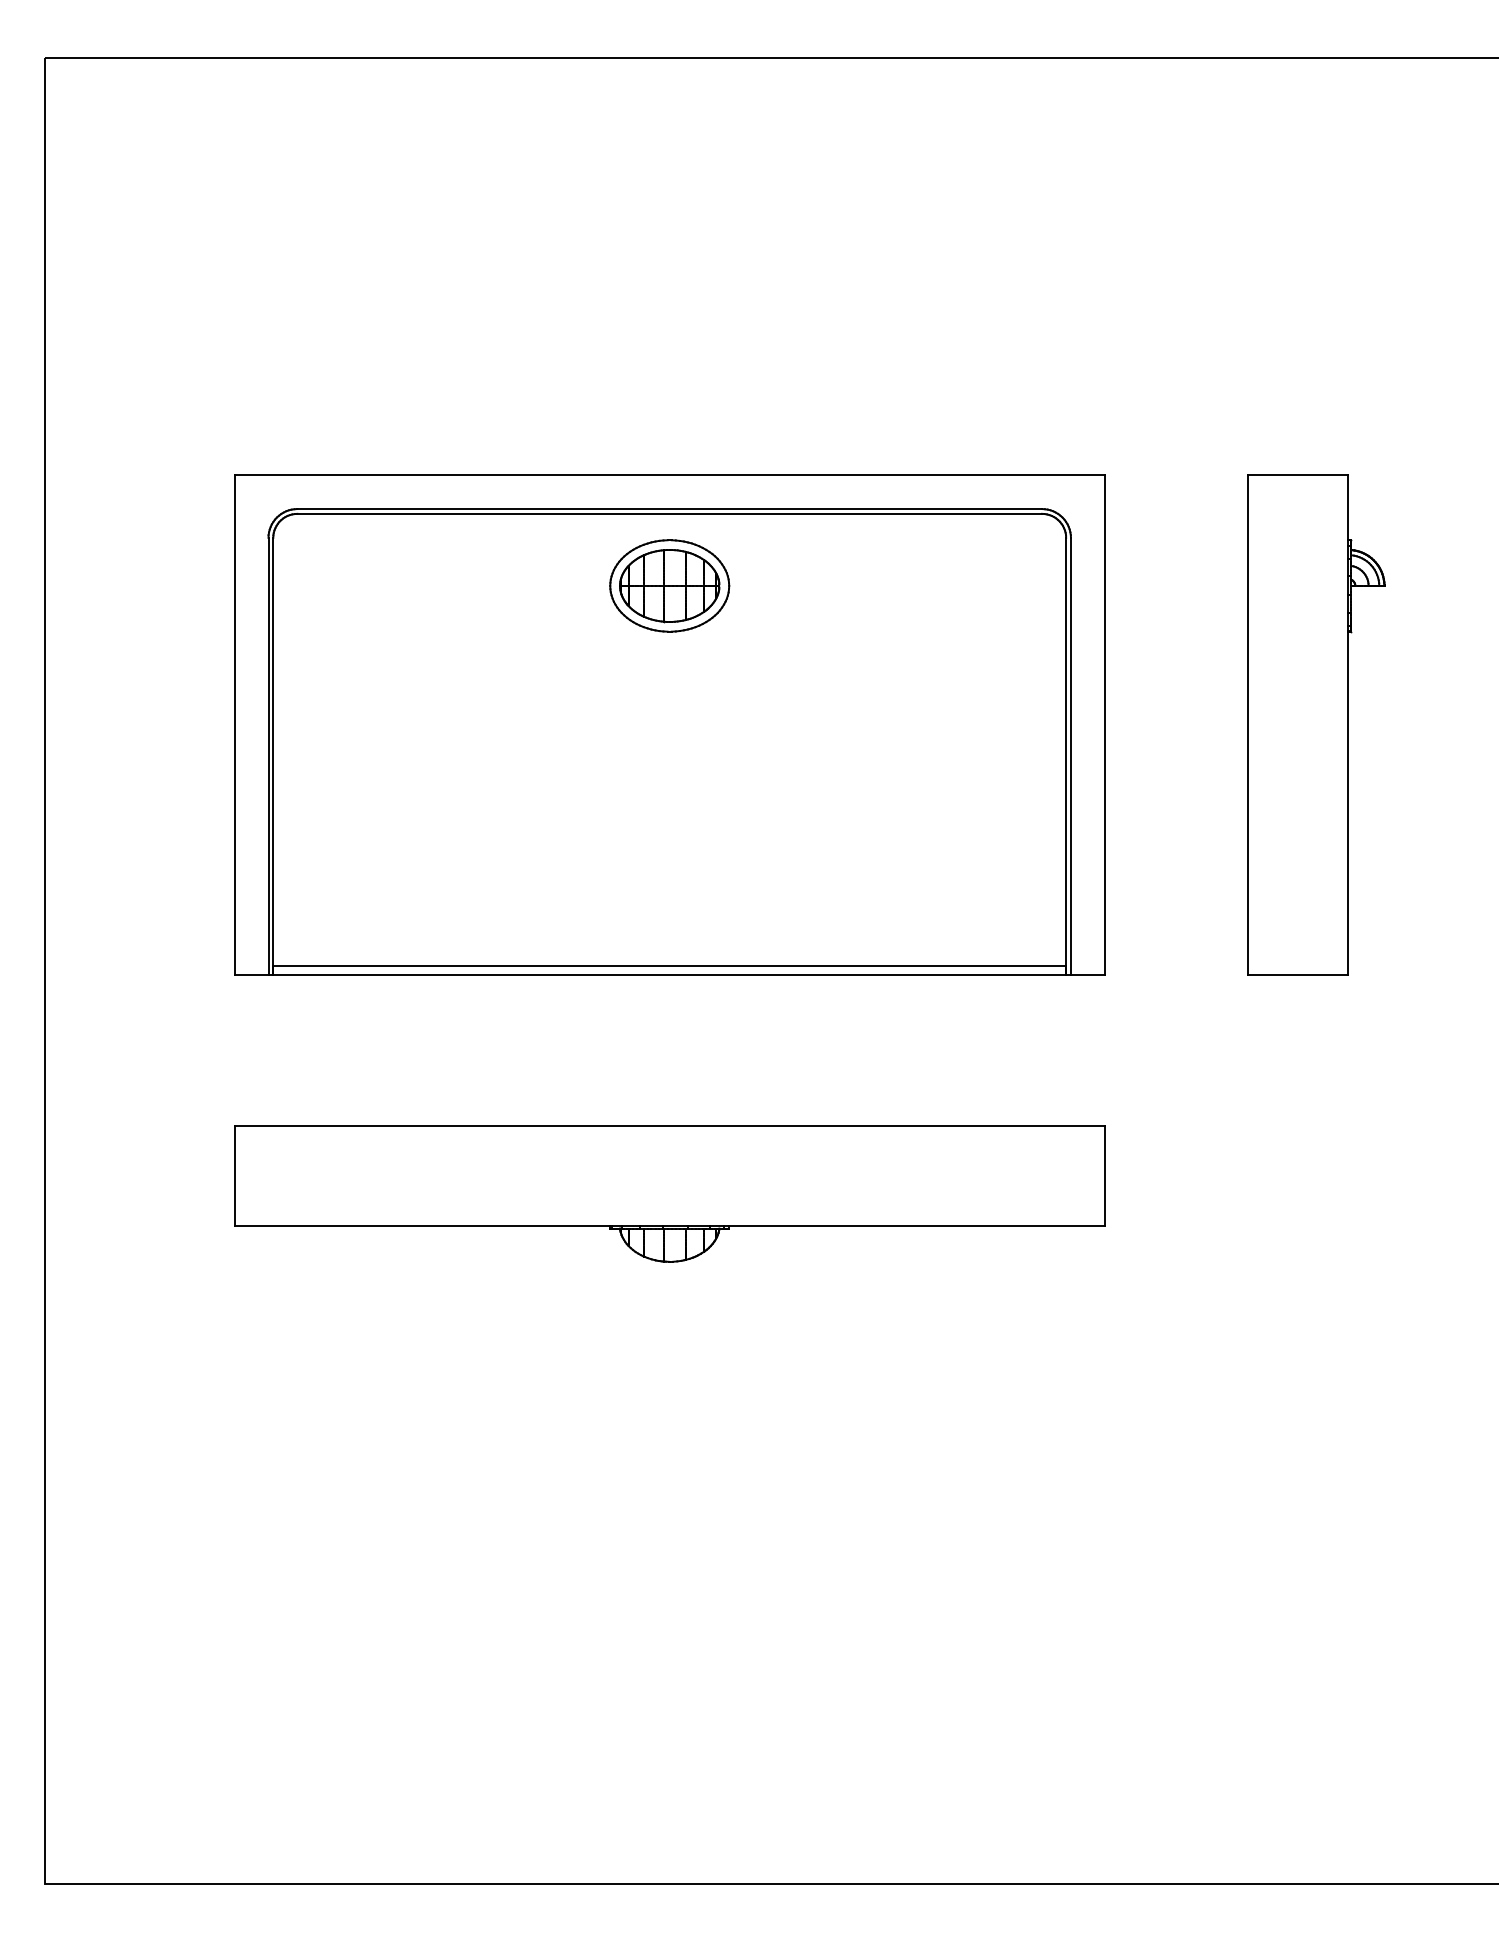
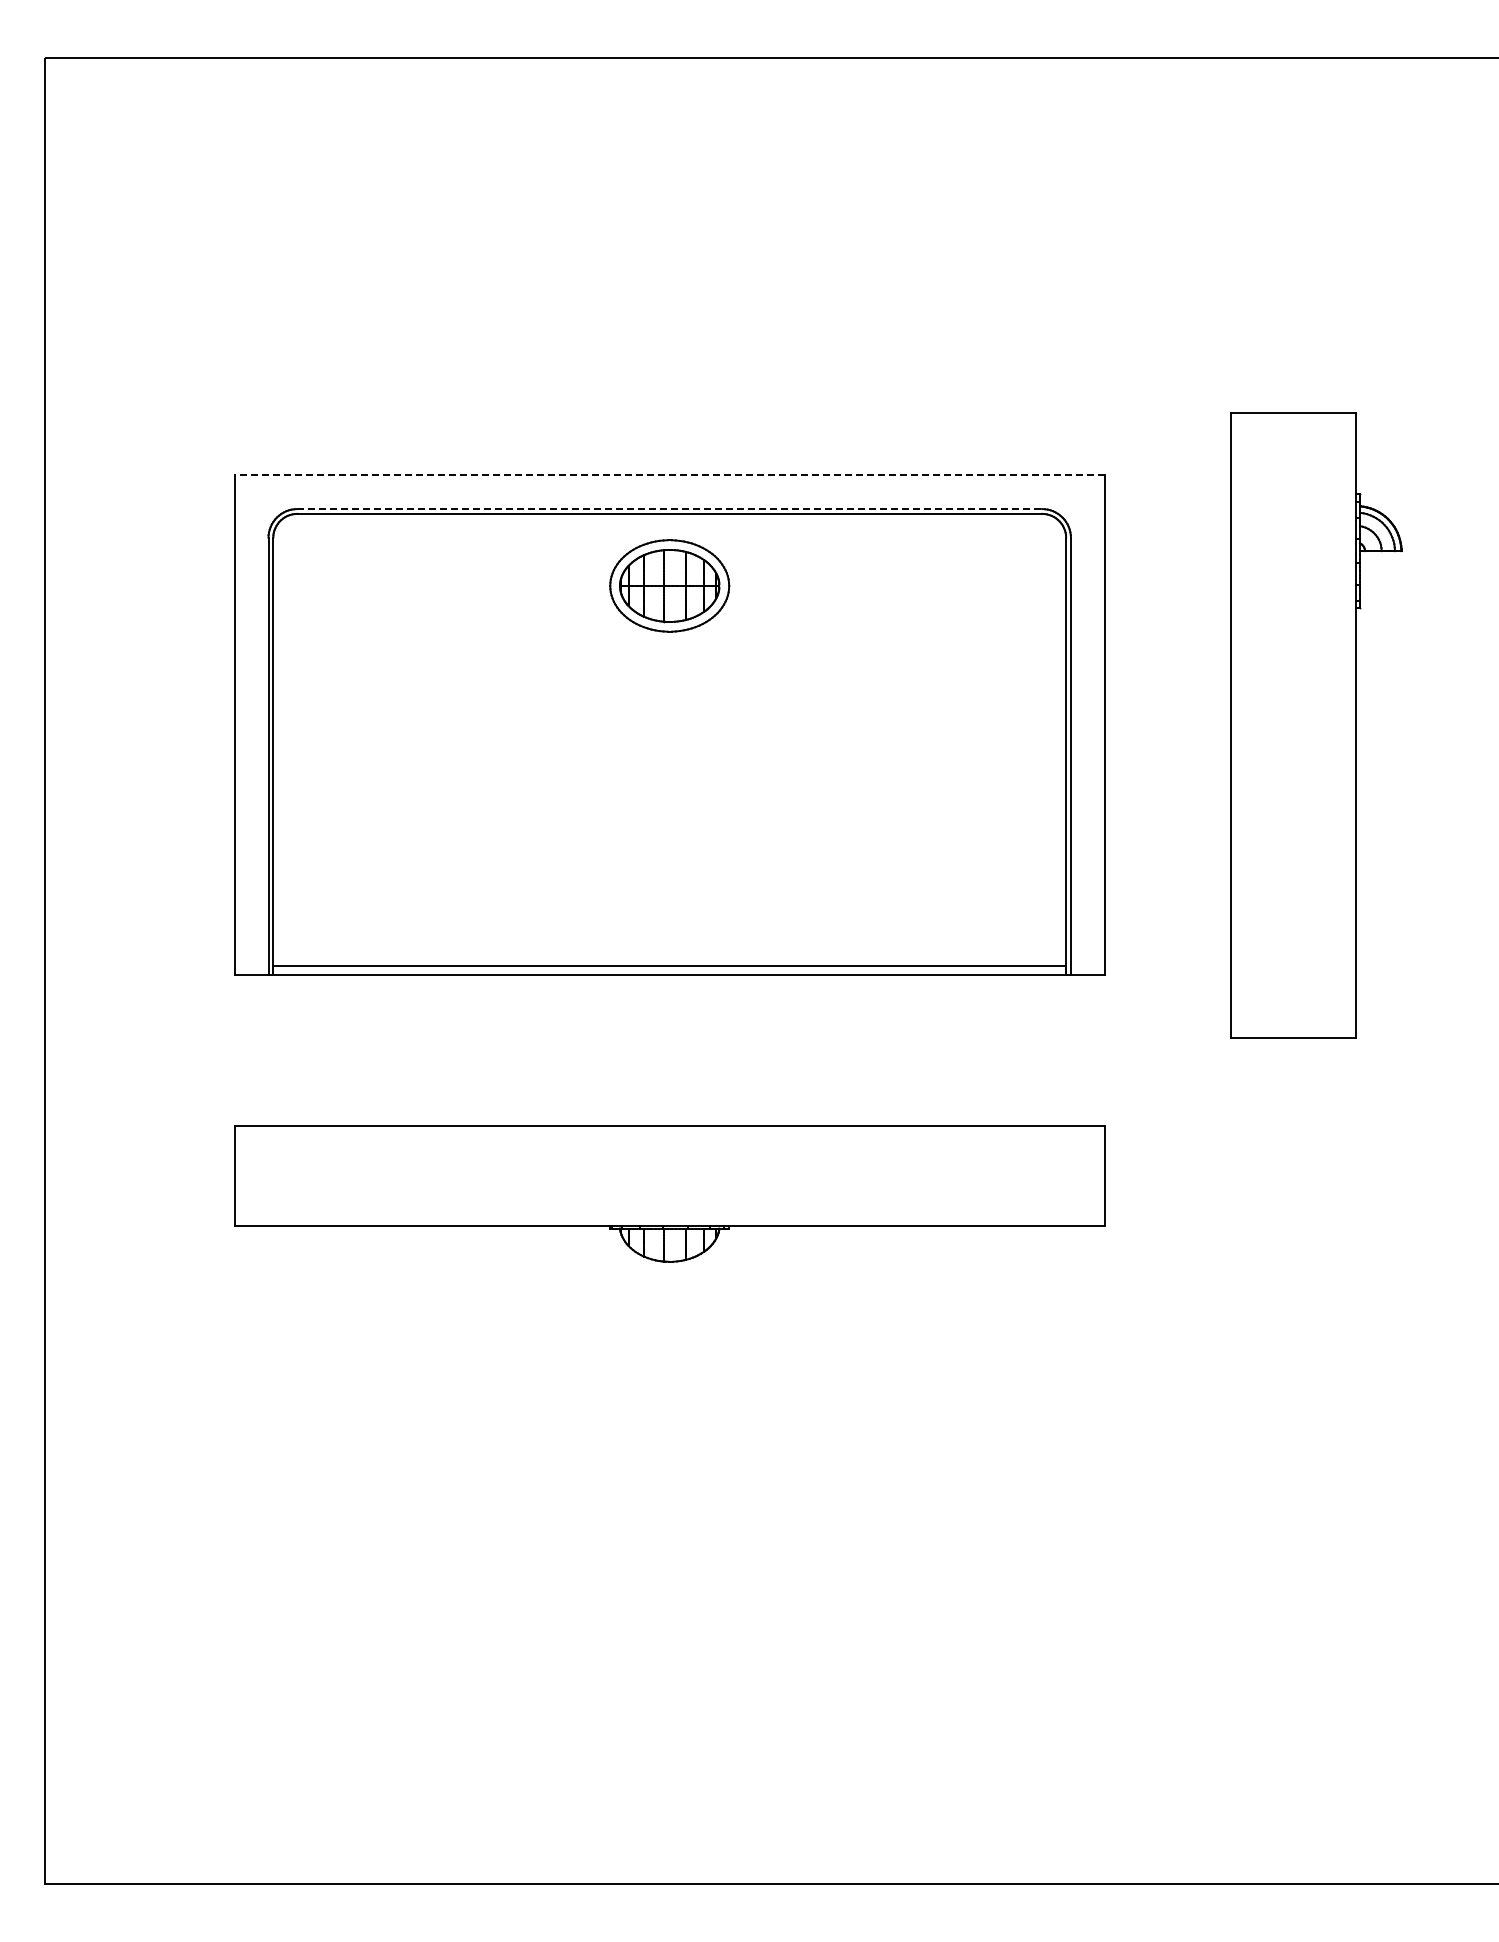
line at (669, 475): solid -> dashed
line at (670, 509): solid -> dashed
part at (1316, 724) size: 139x502 px -> 173x627 px
